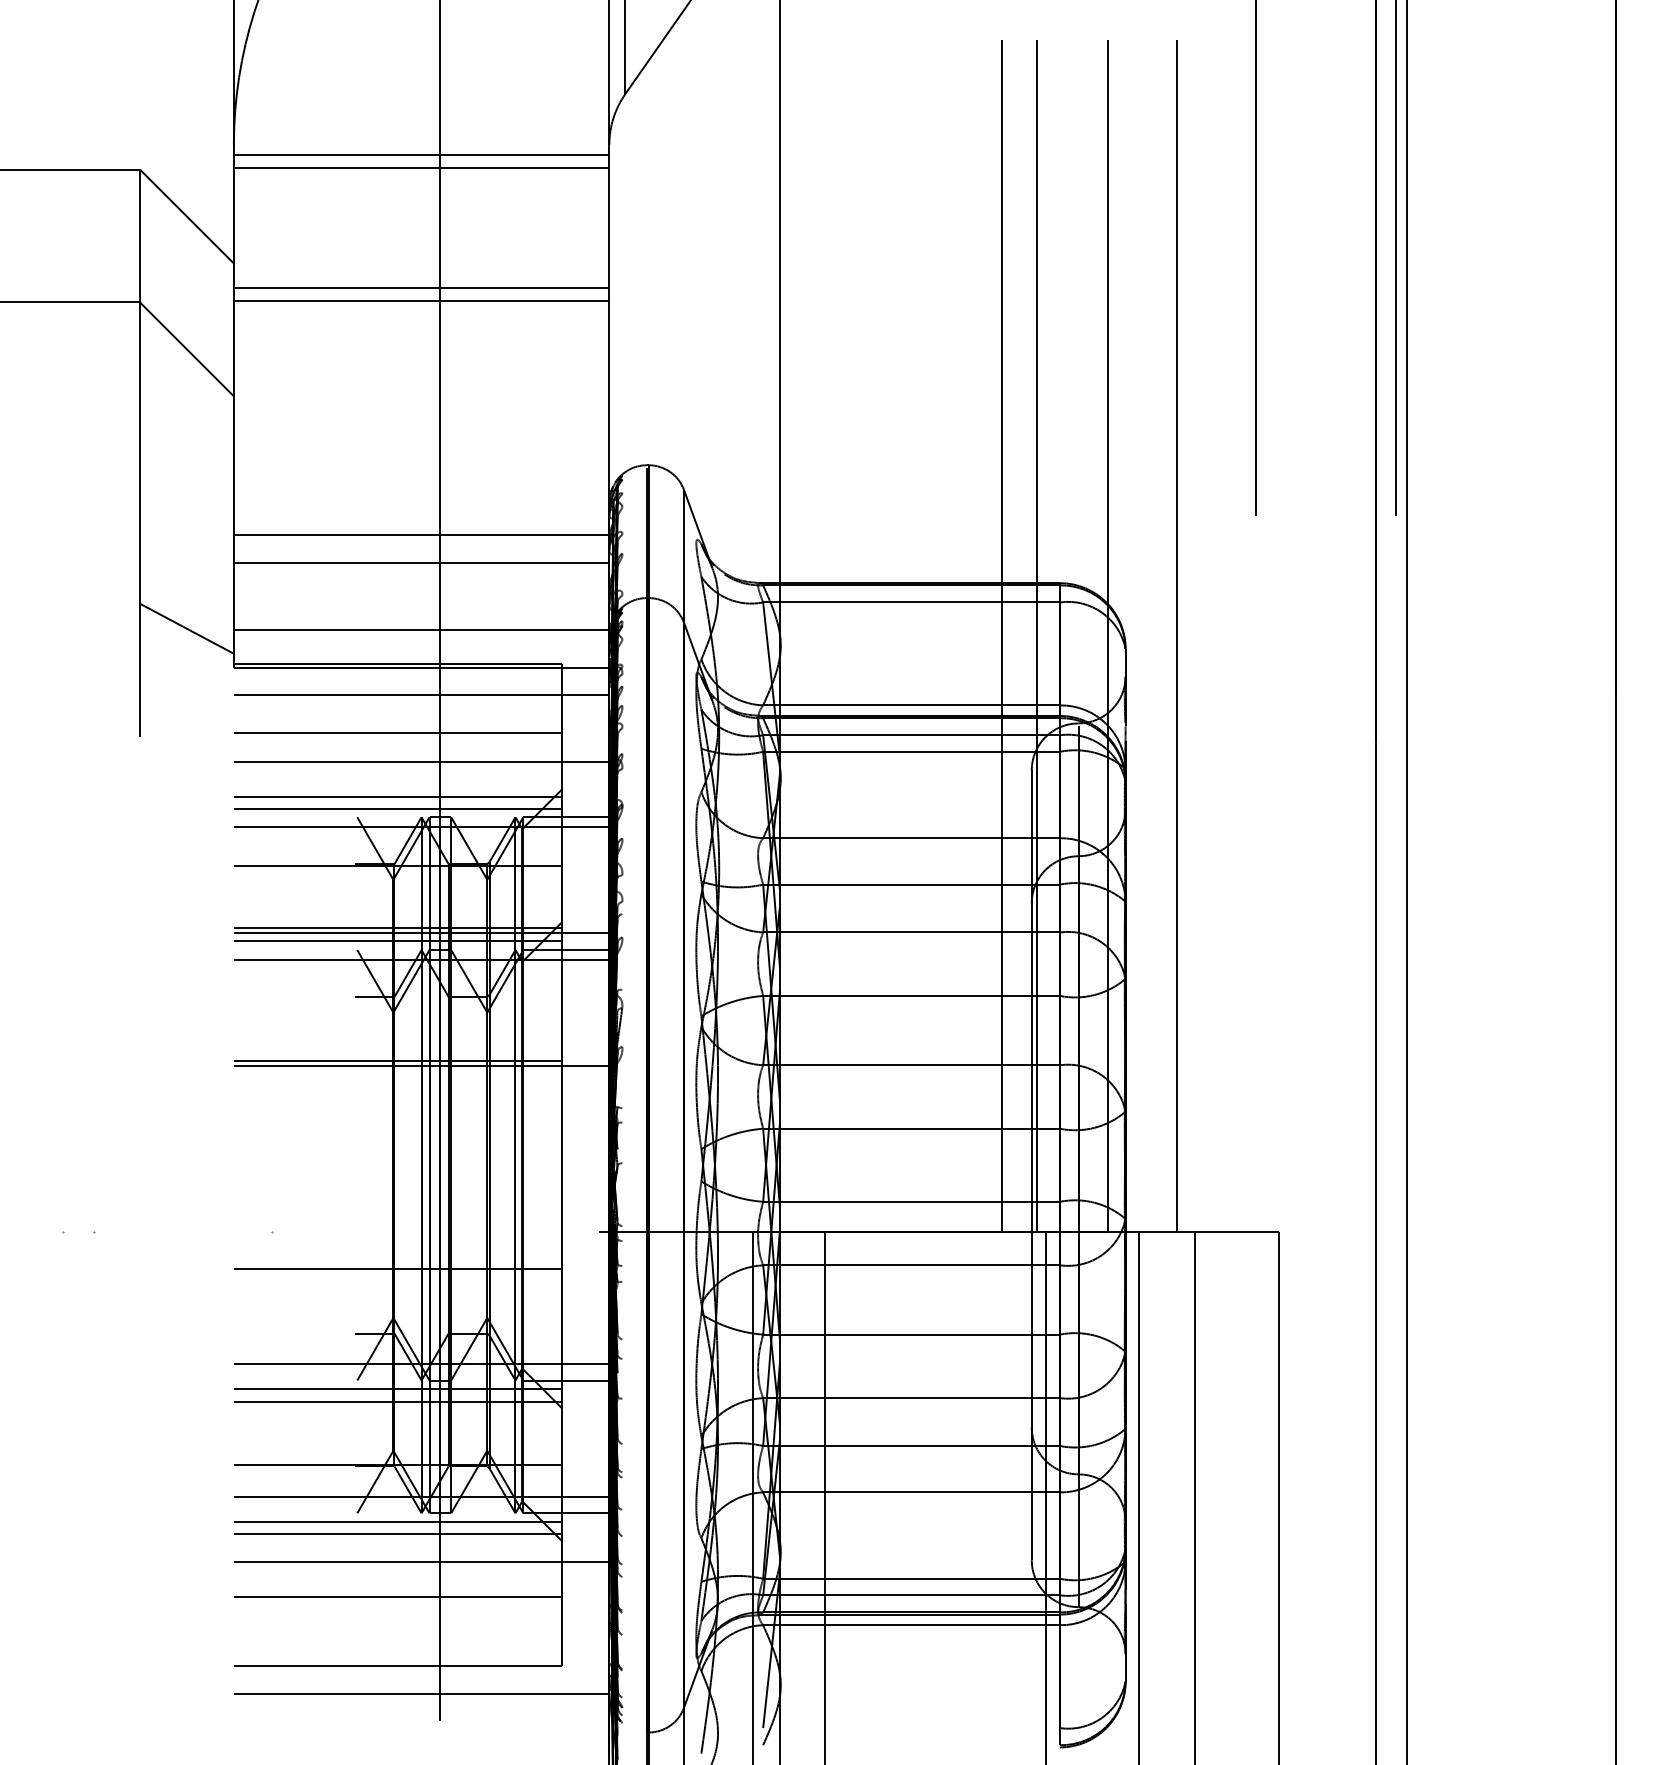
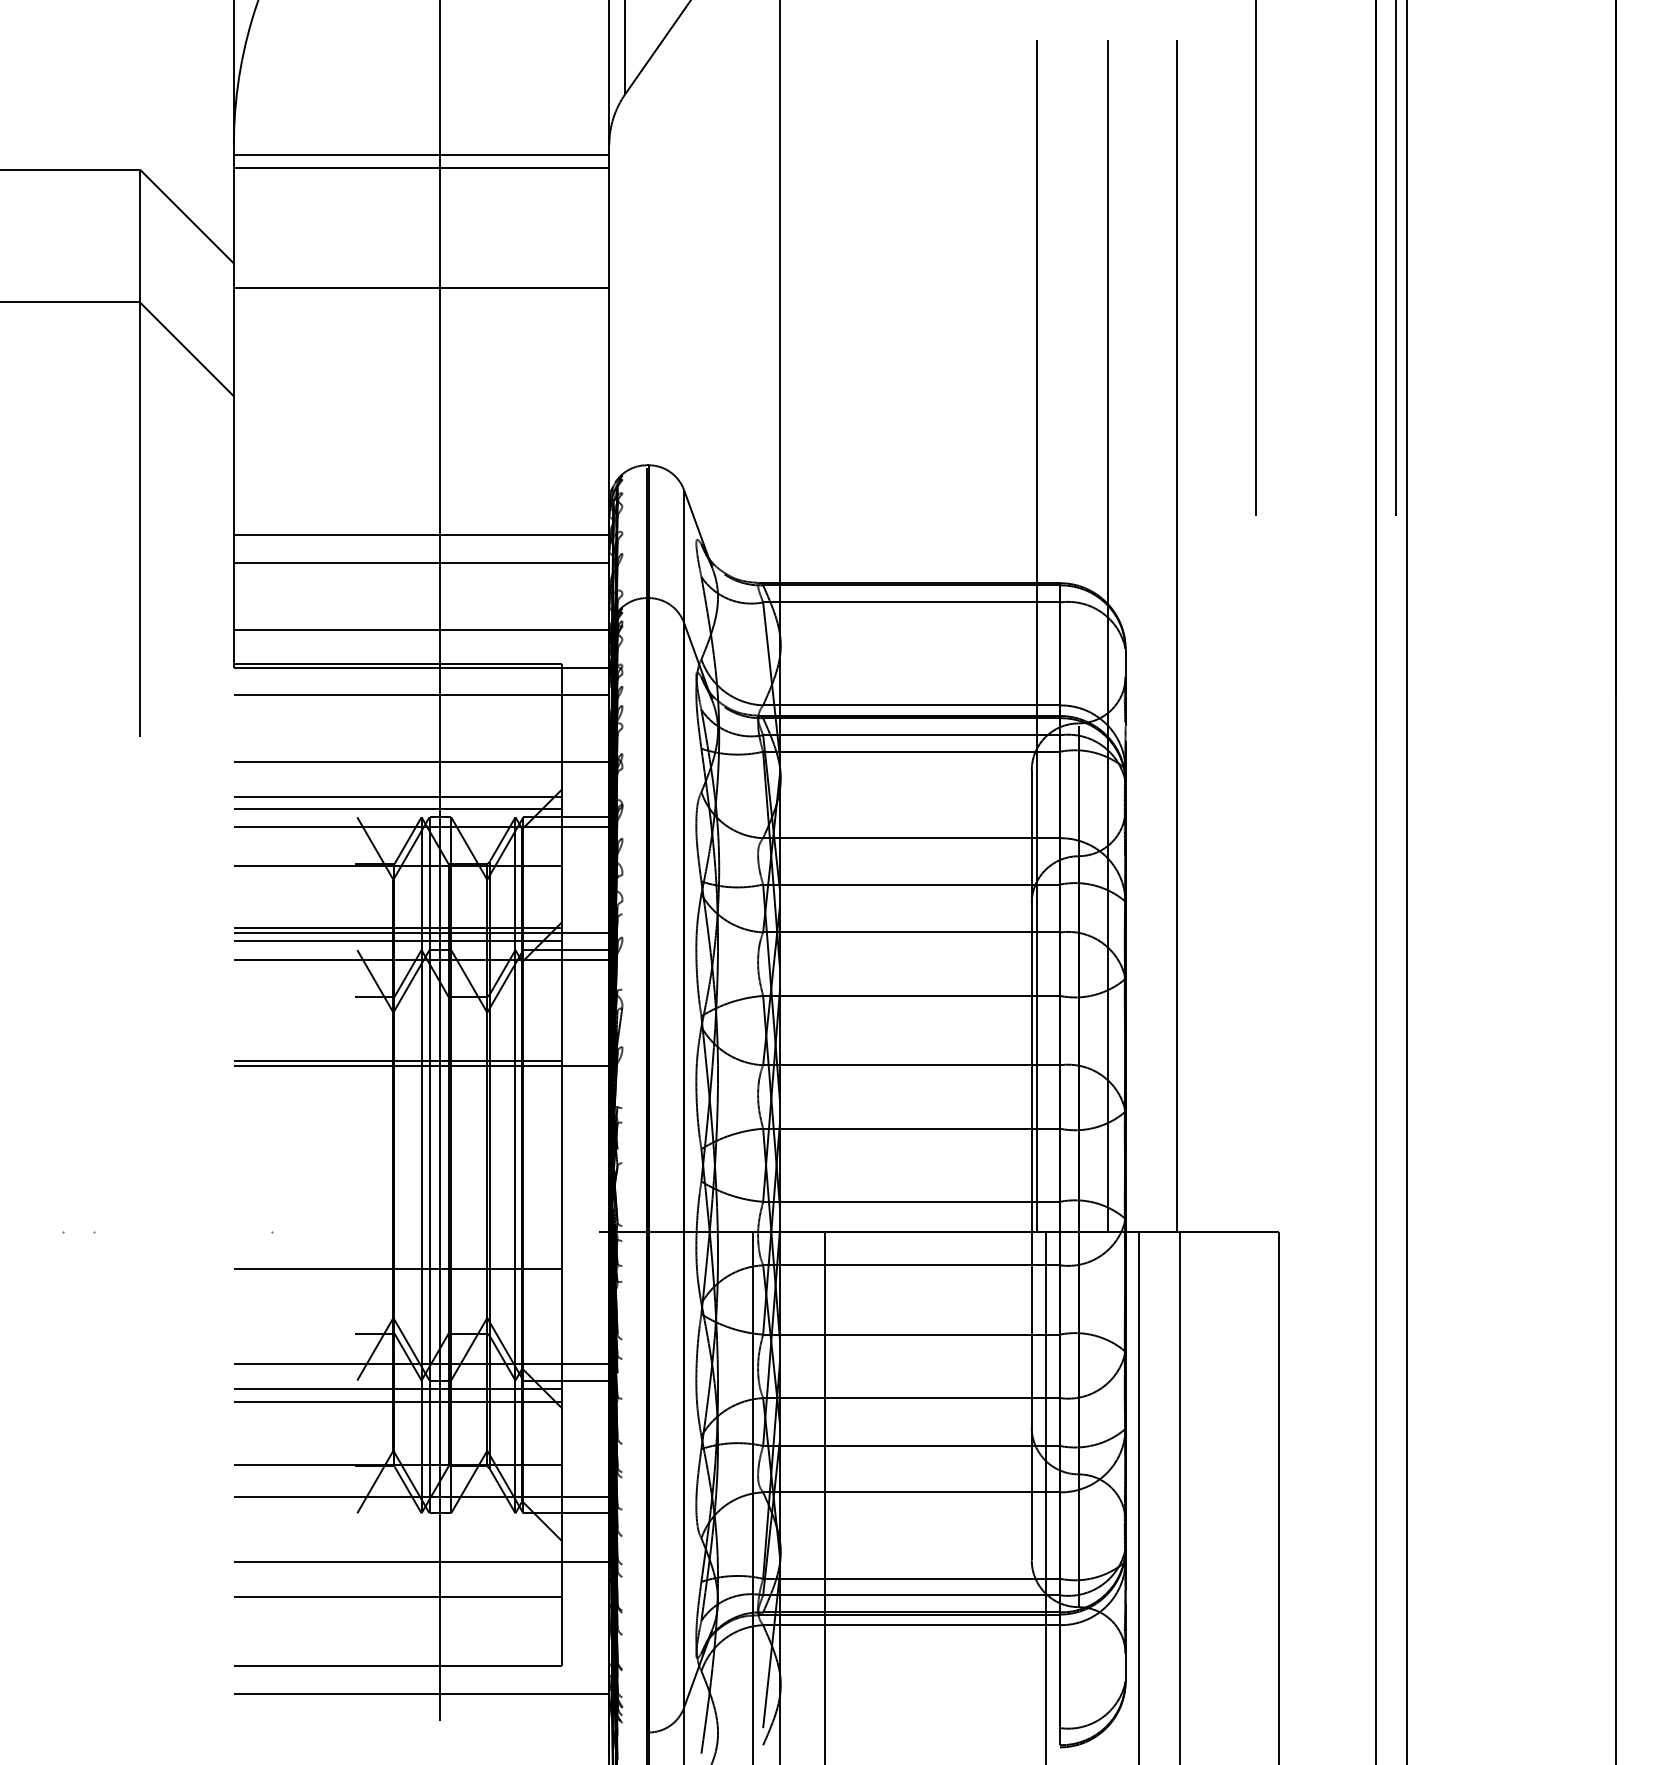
line at (421, 301): present -> none
line at (186, 628): present -> none
line at (1002, 635): present -> none
line at (397, 733): present -> none
line at (1194, 1496) position: (1194, 1496) -> (1179, 1496)
line at (397, 1522): present -> none
line at (397, 1533): present -> none
